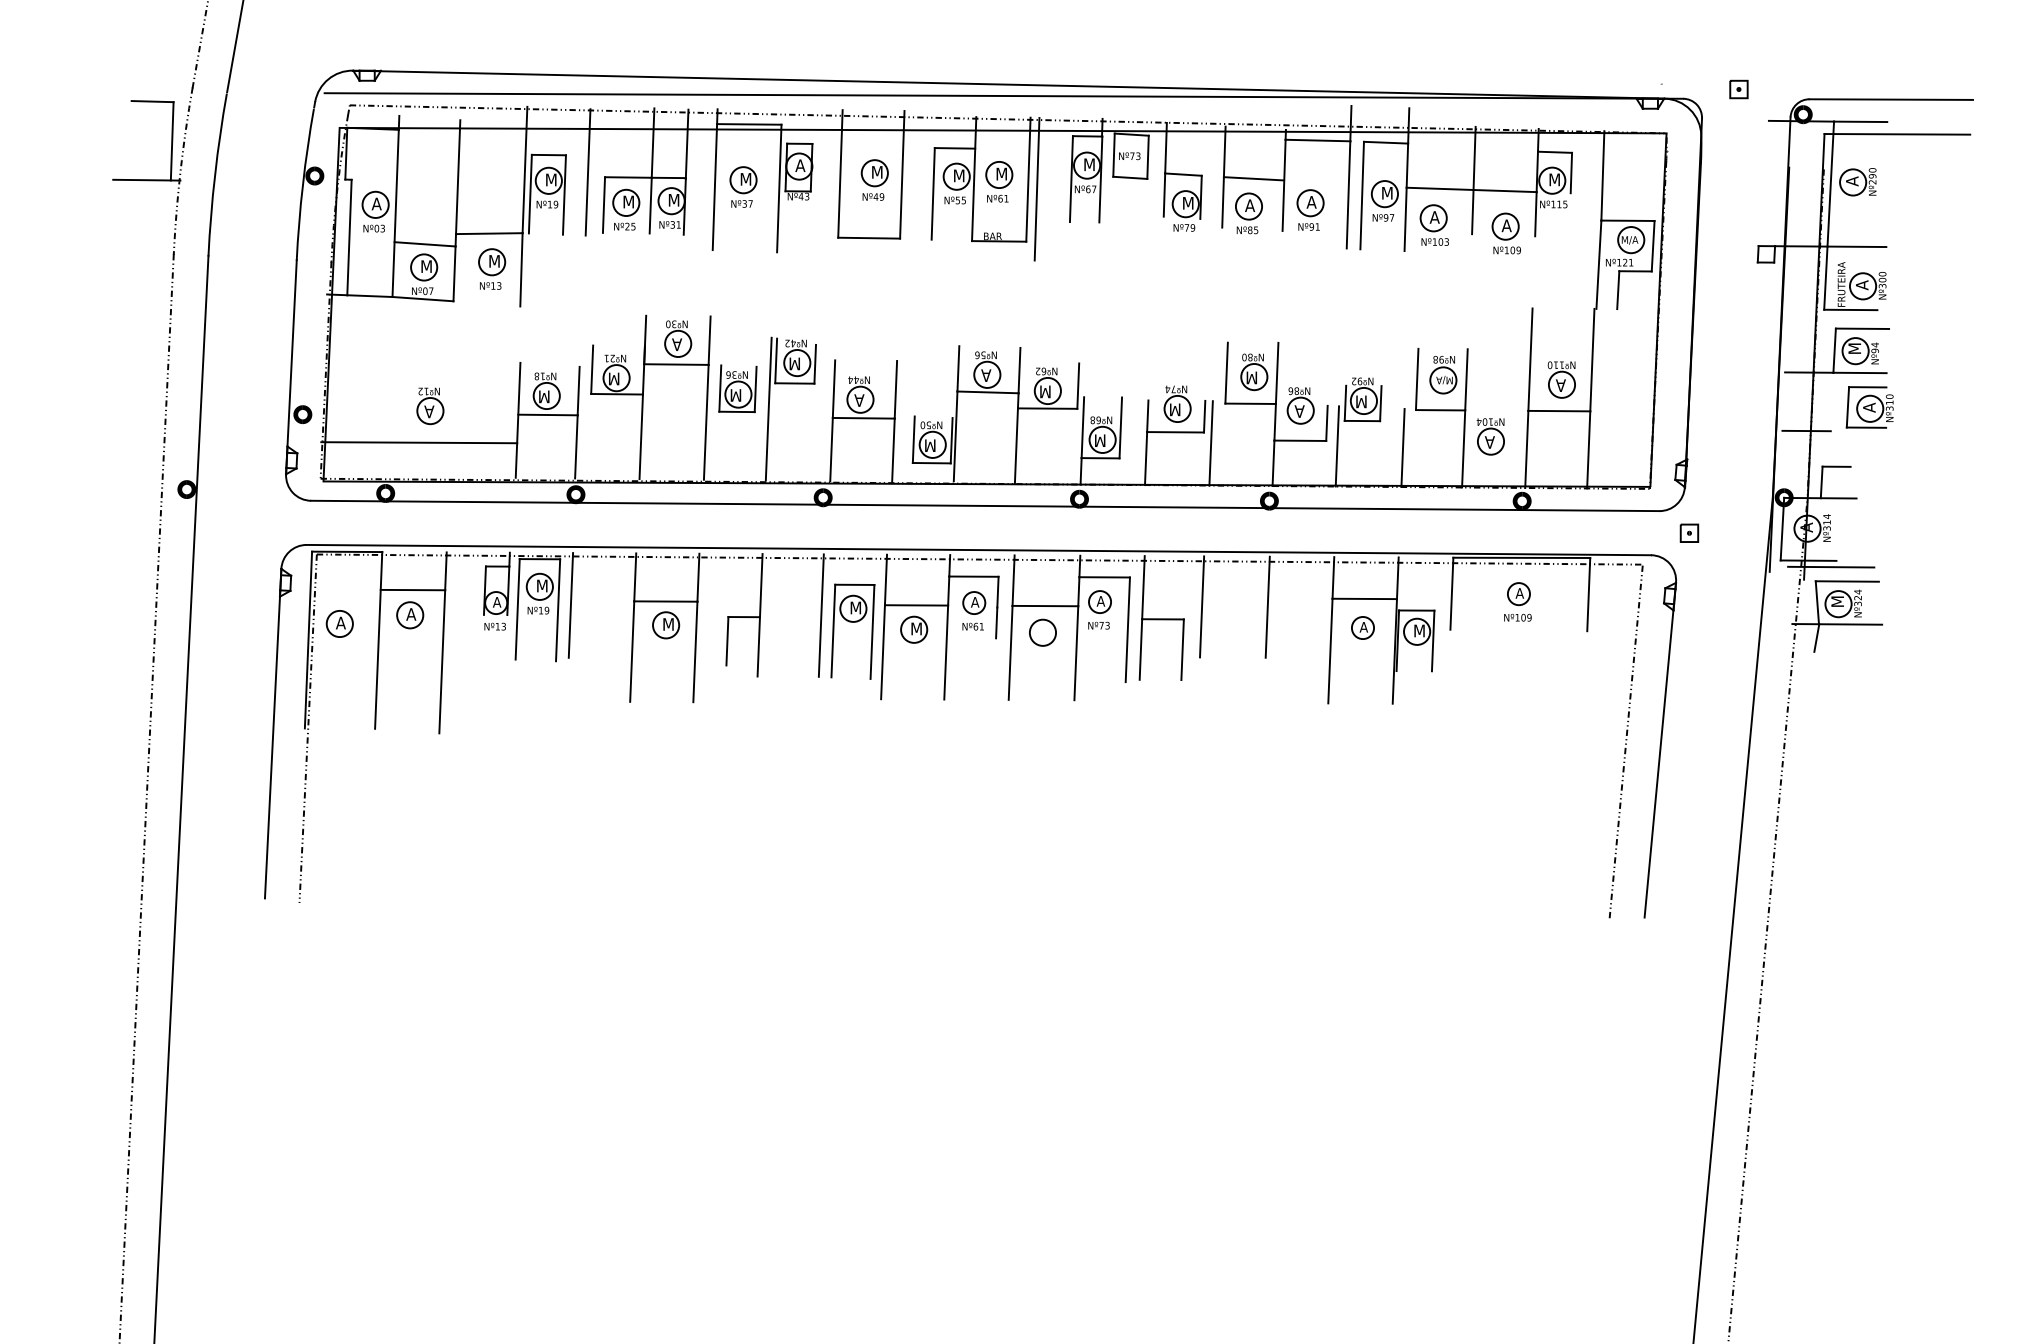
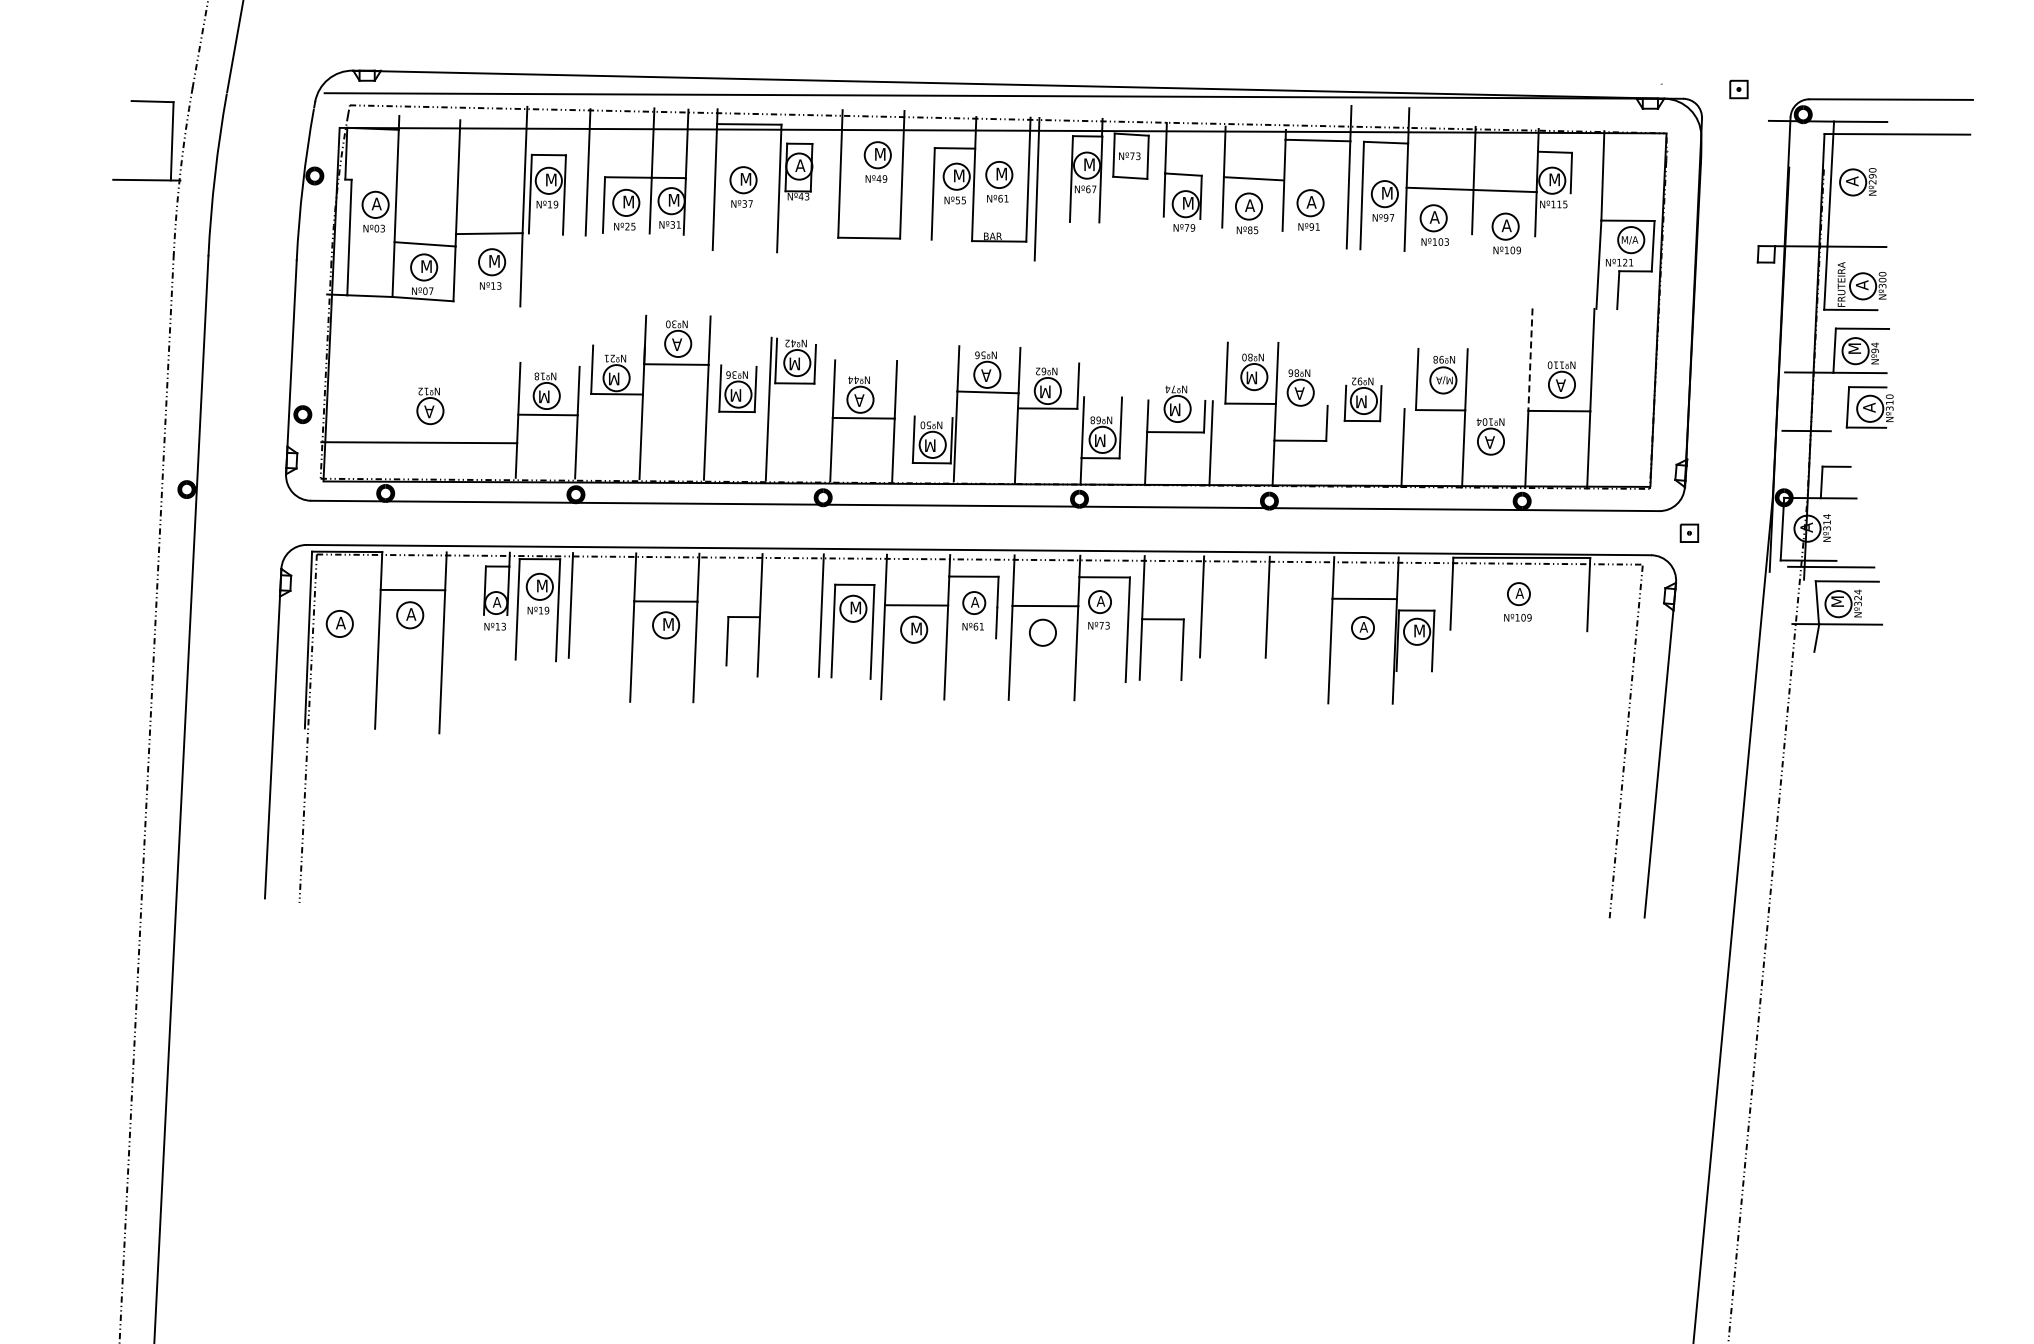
part at (874, 179) position: (874, 179) -> (877, 161)
line at (1530, 360): solid -> dashed
part at (1300, 405) position: (1300, 405) -> (1300, 387)
line at (1337, 446): present -> none
